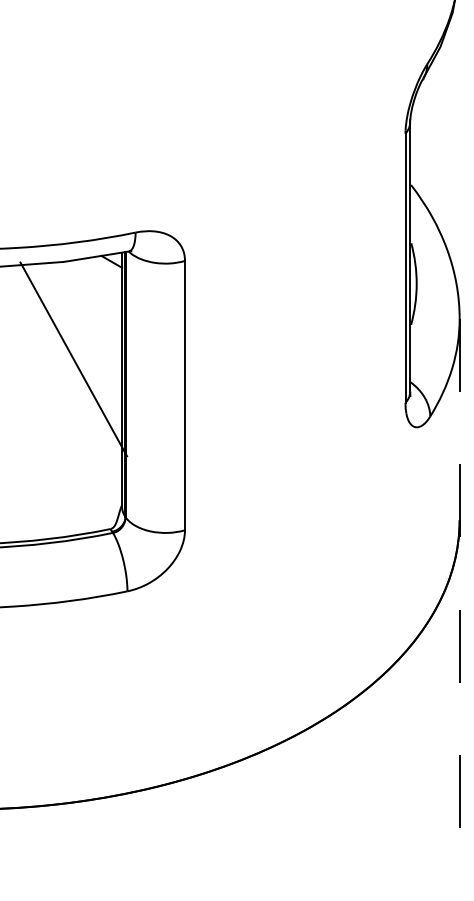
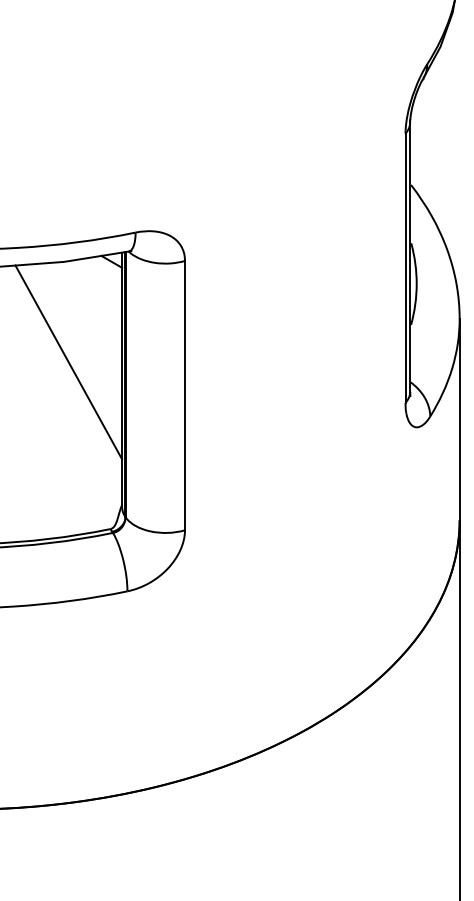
line at (73, 359) position: (73, 359) -> (68, 362)
line at (459, 609): dashed -> solid
